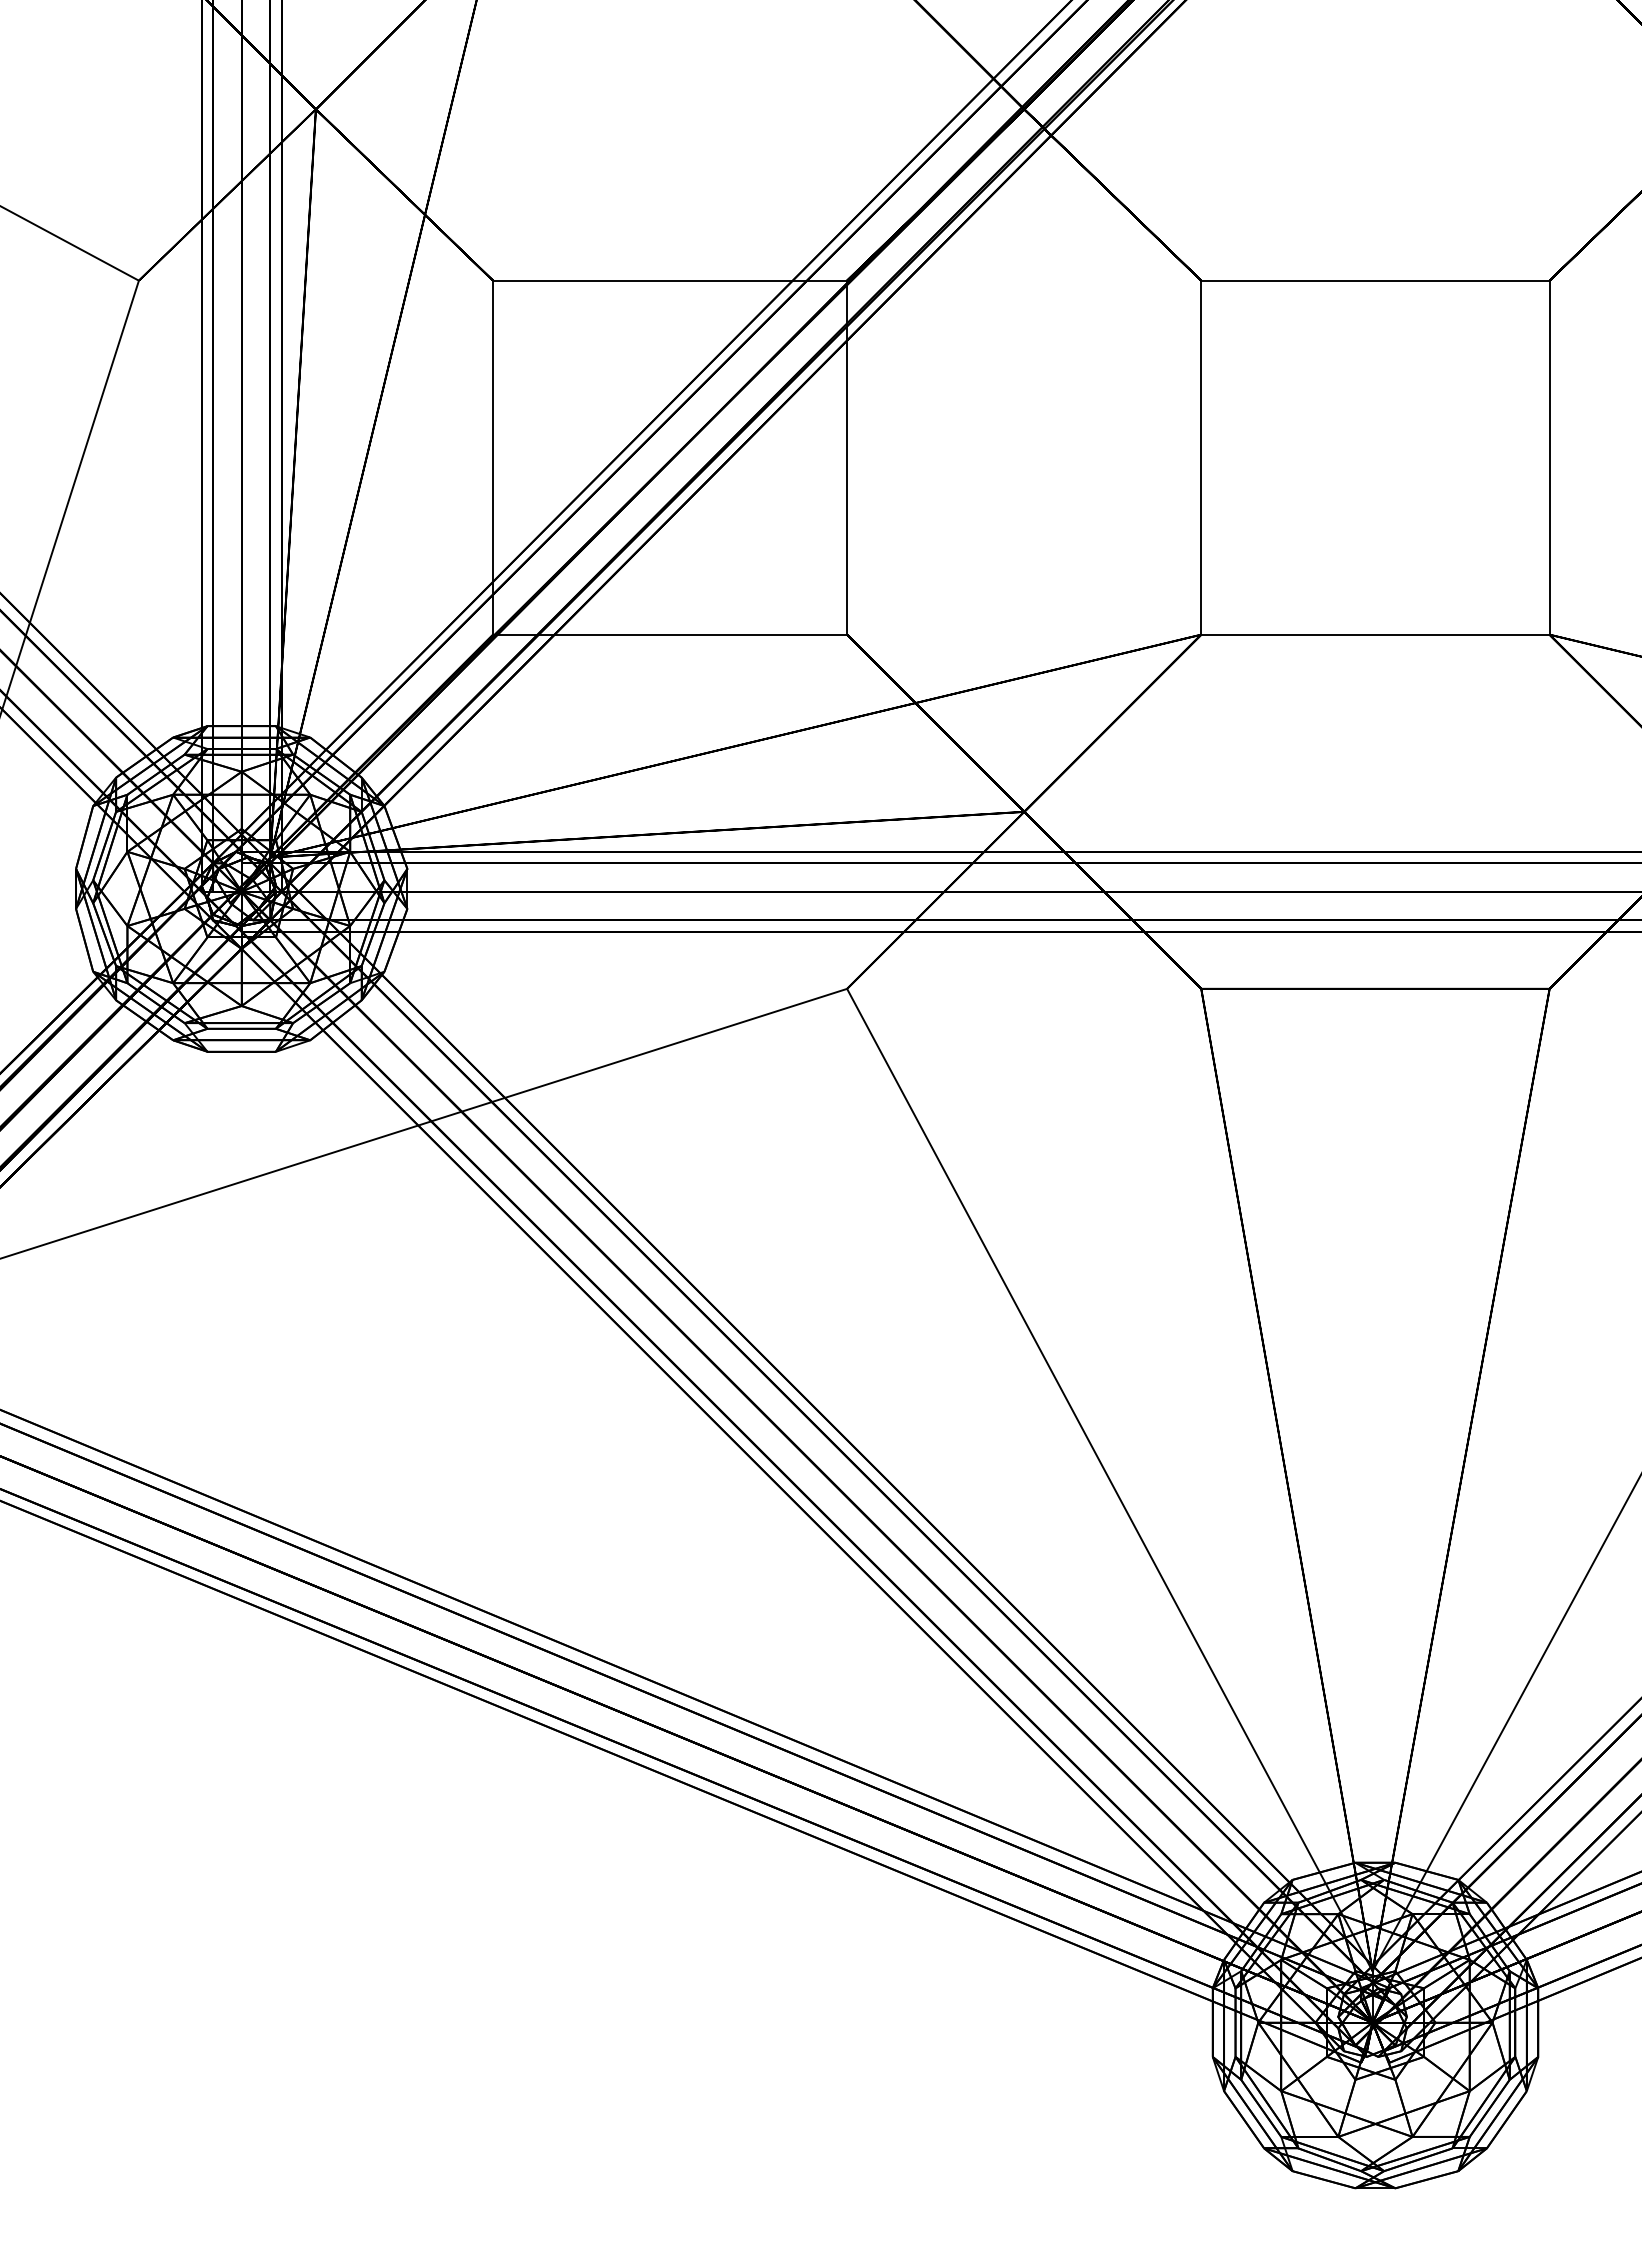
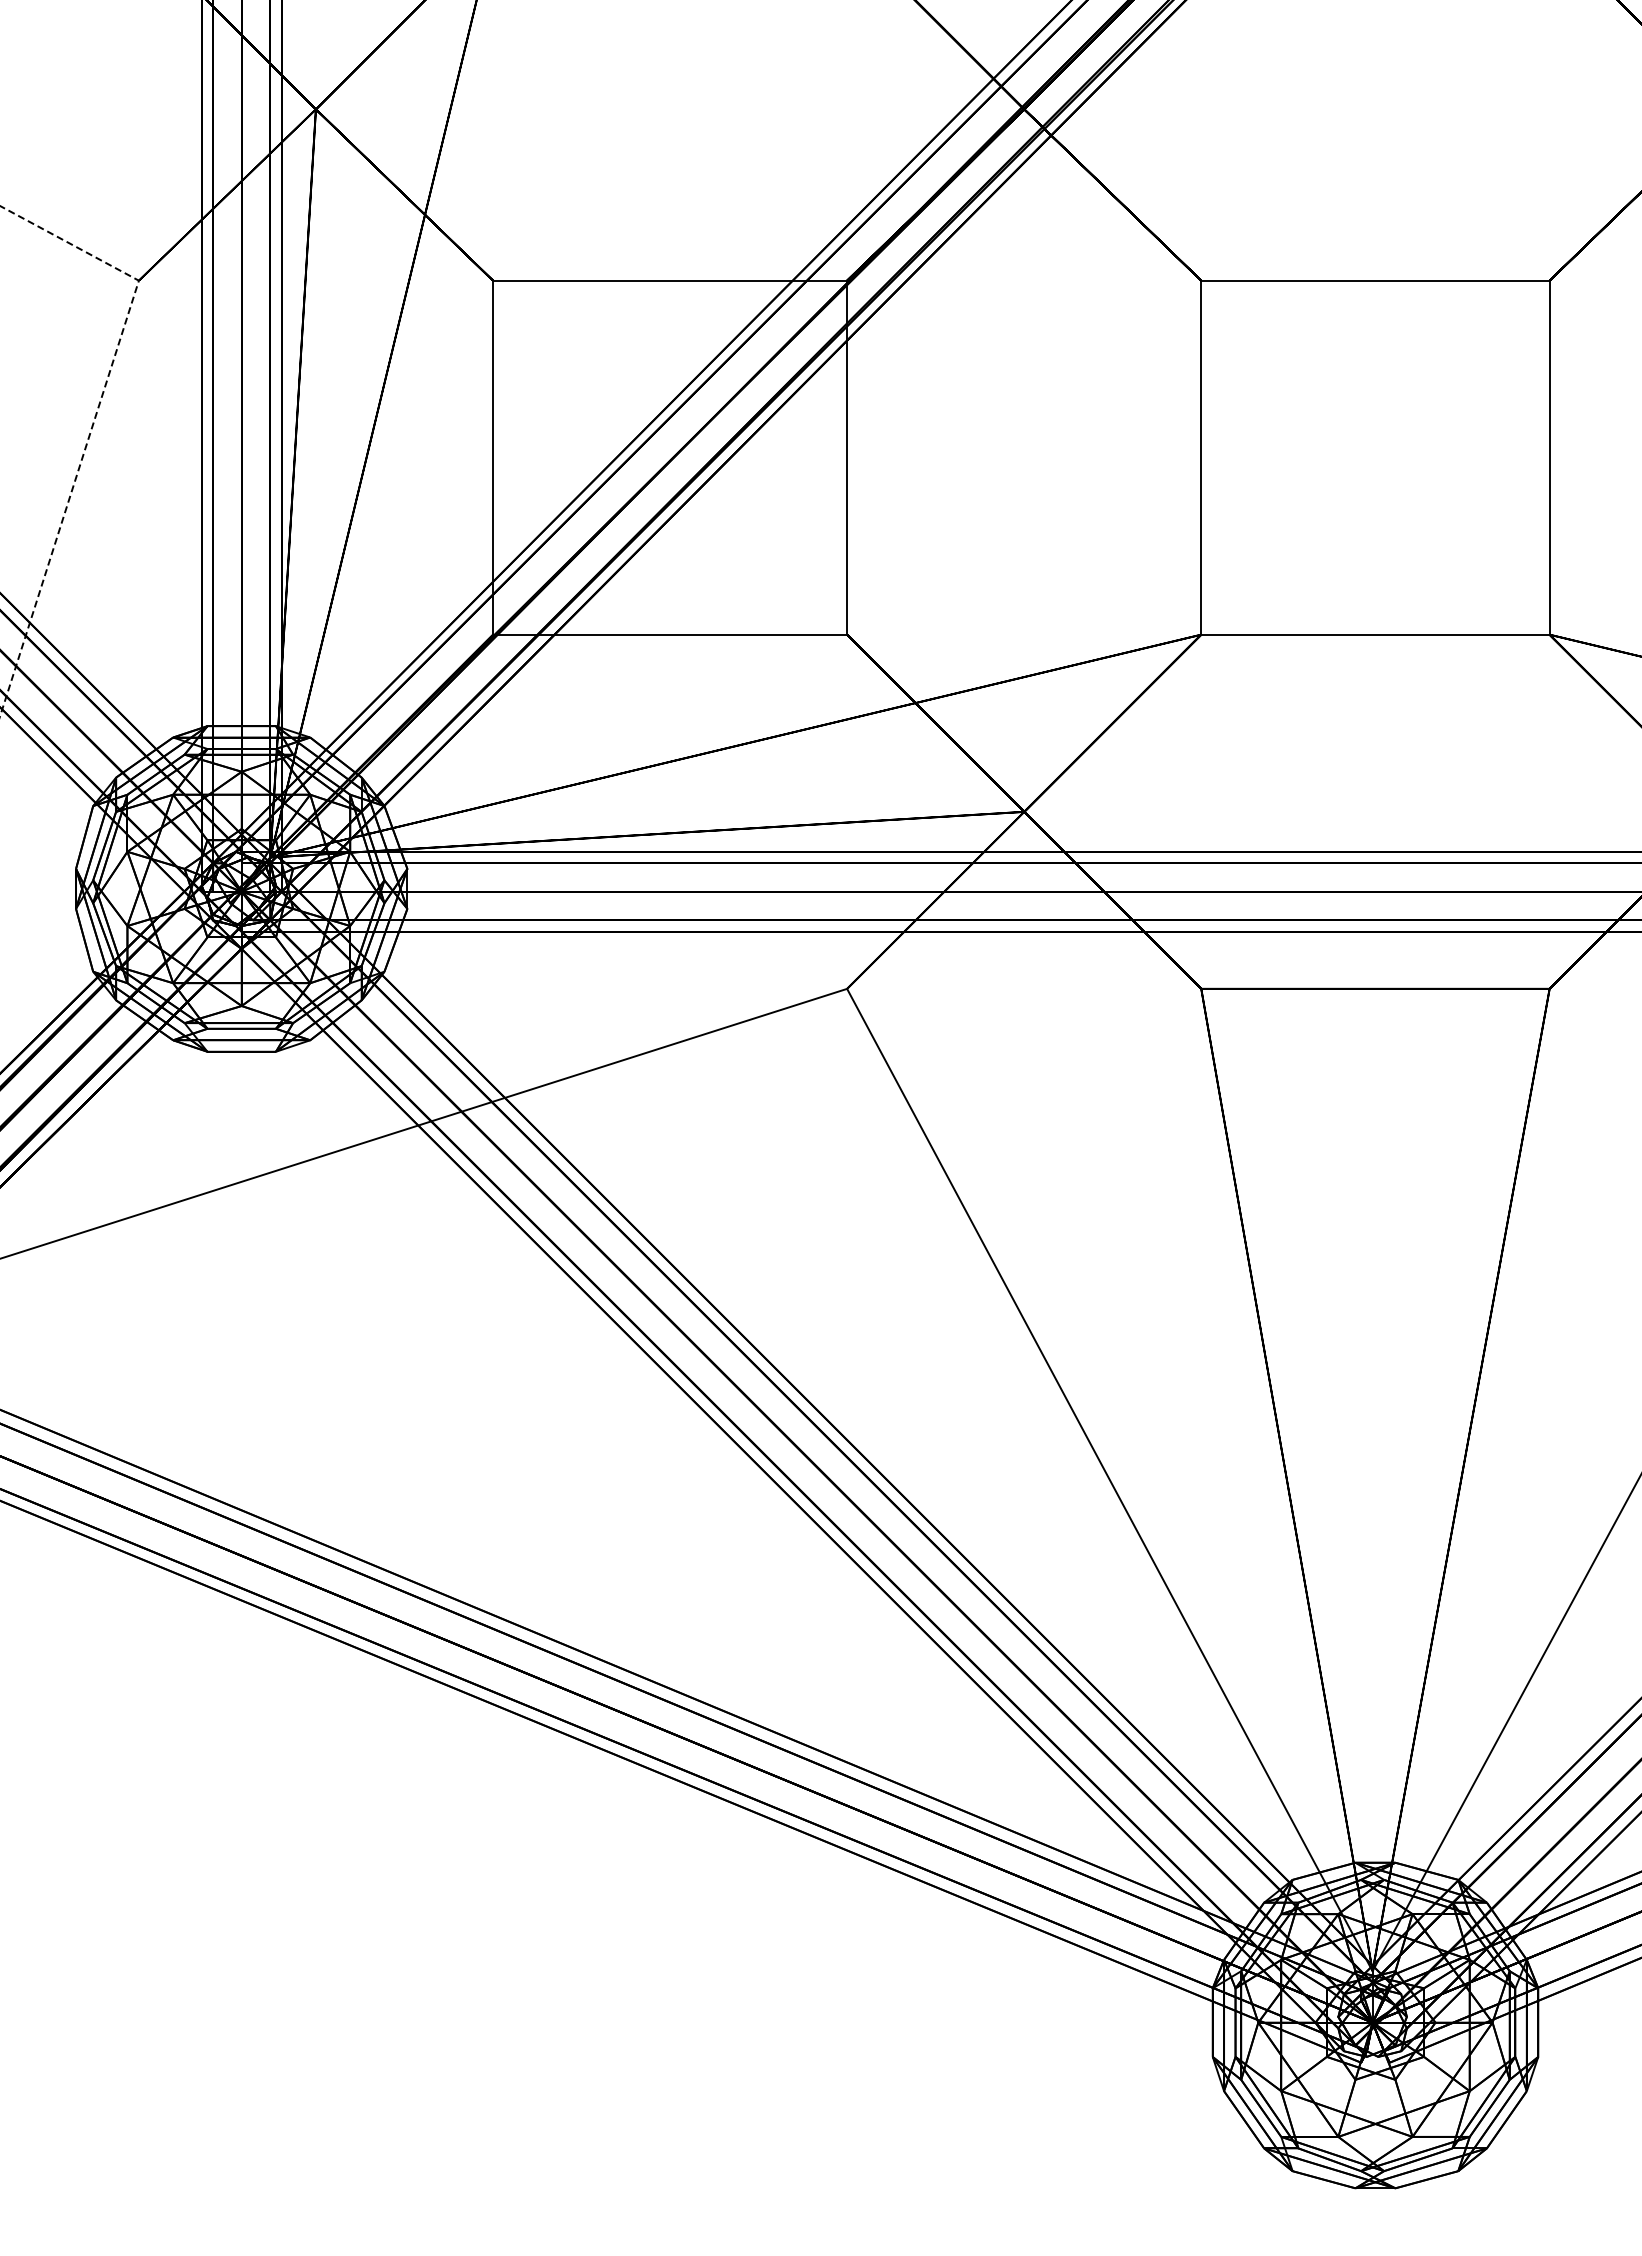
line at (93, 422): solid -> dashed
